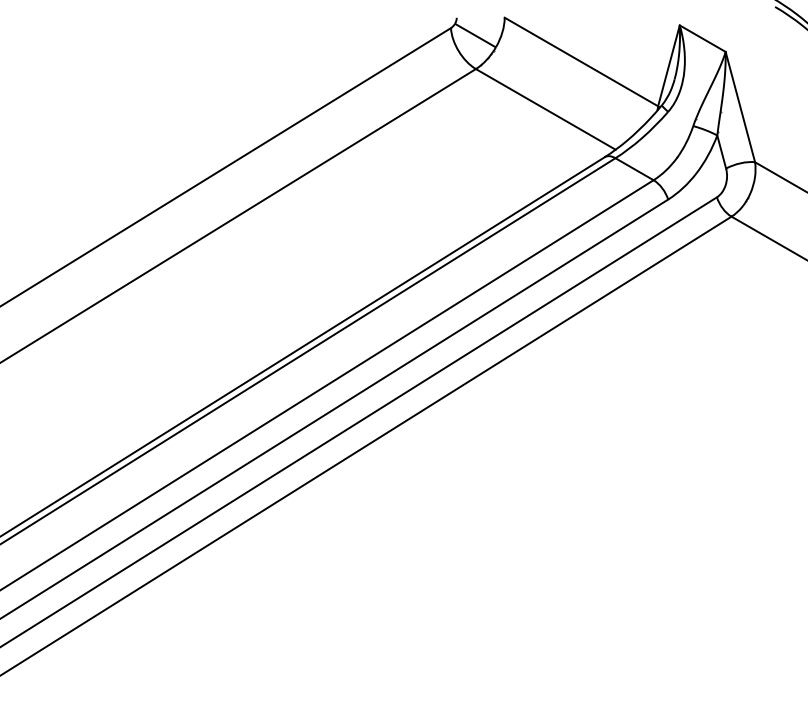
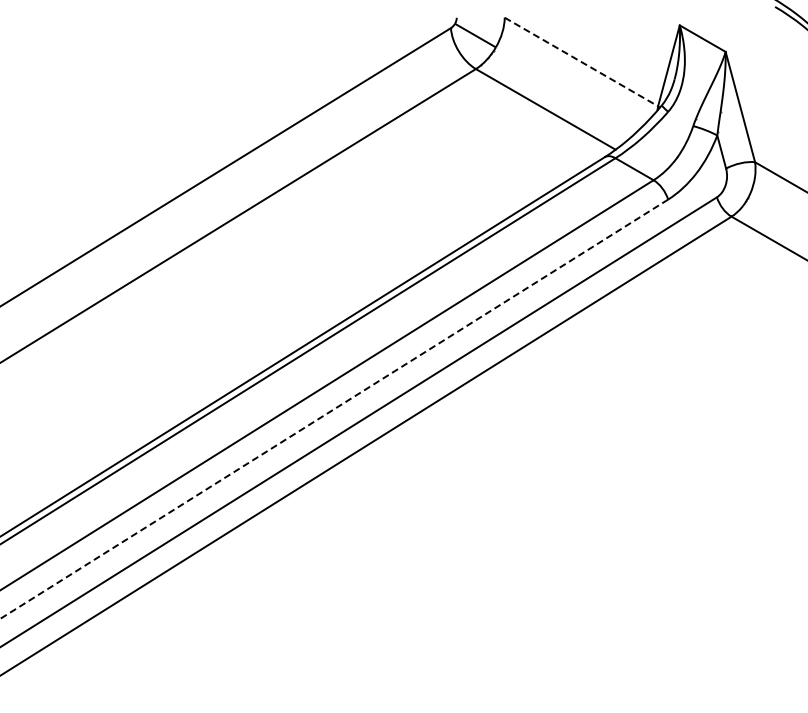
line at (581, 62): solid -> dashed
line at (333, 409): solid -> dashed
